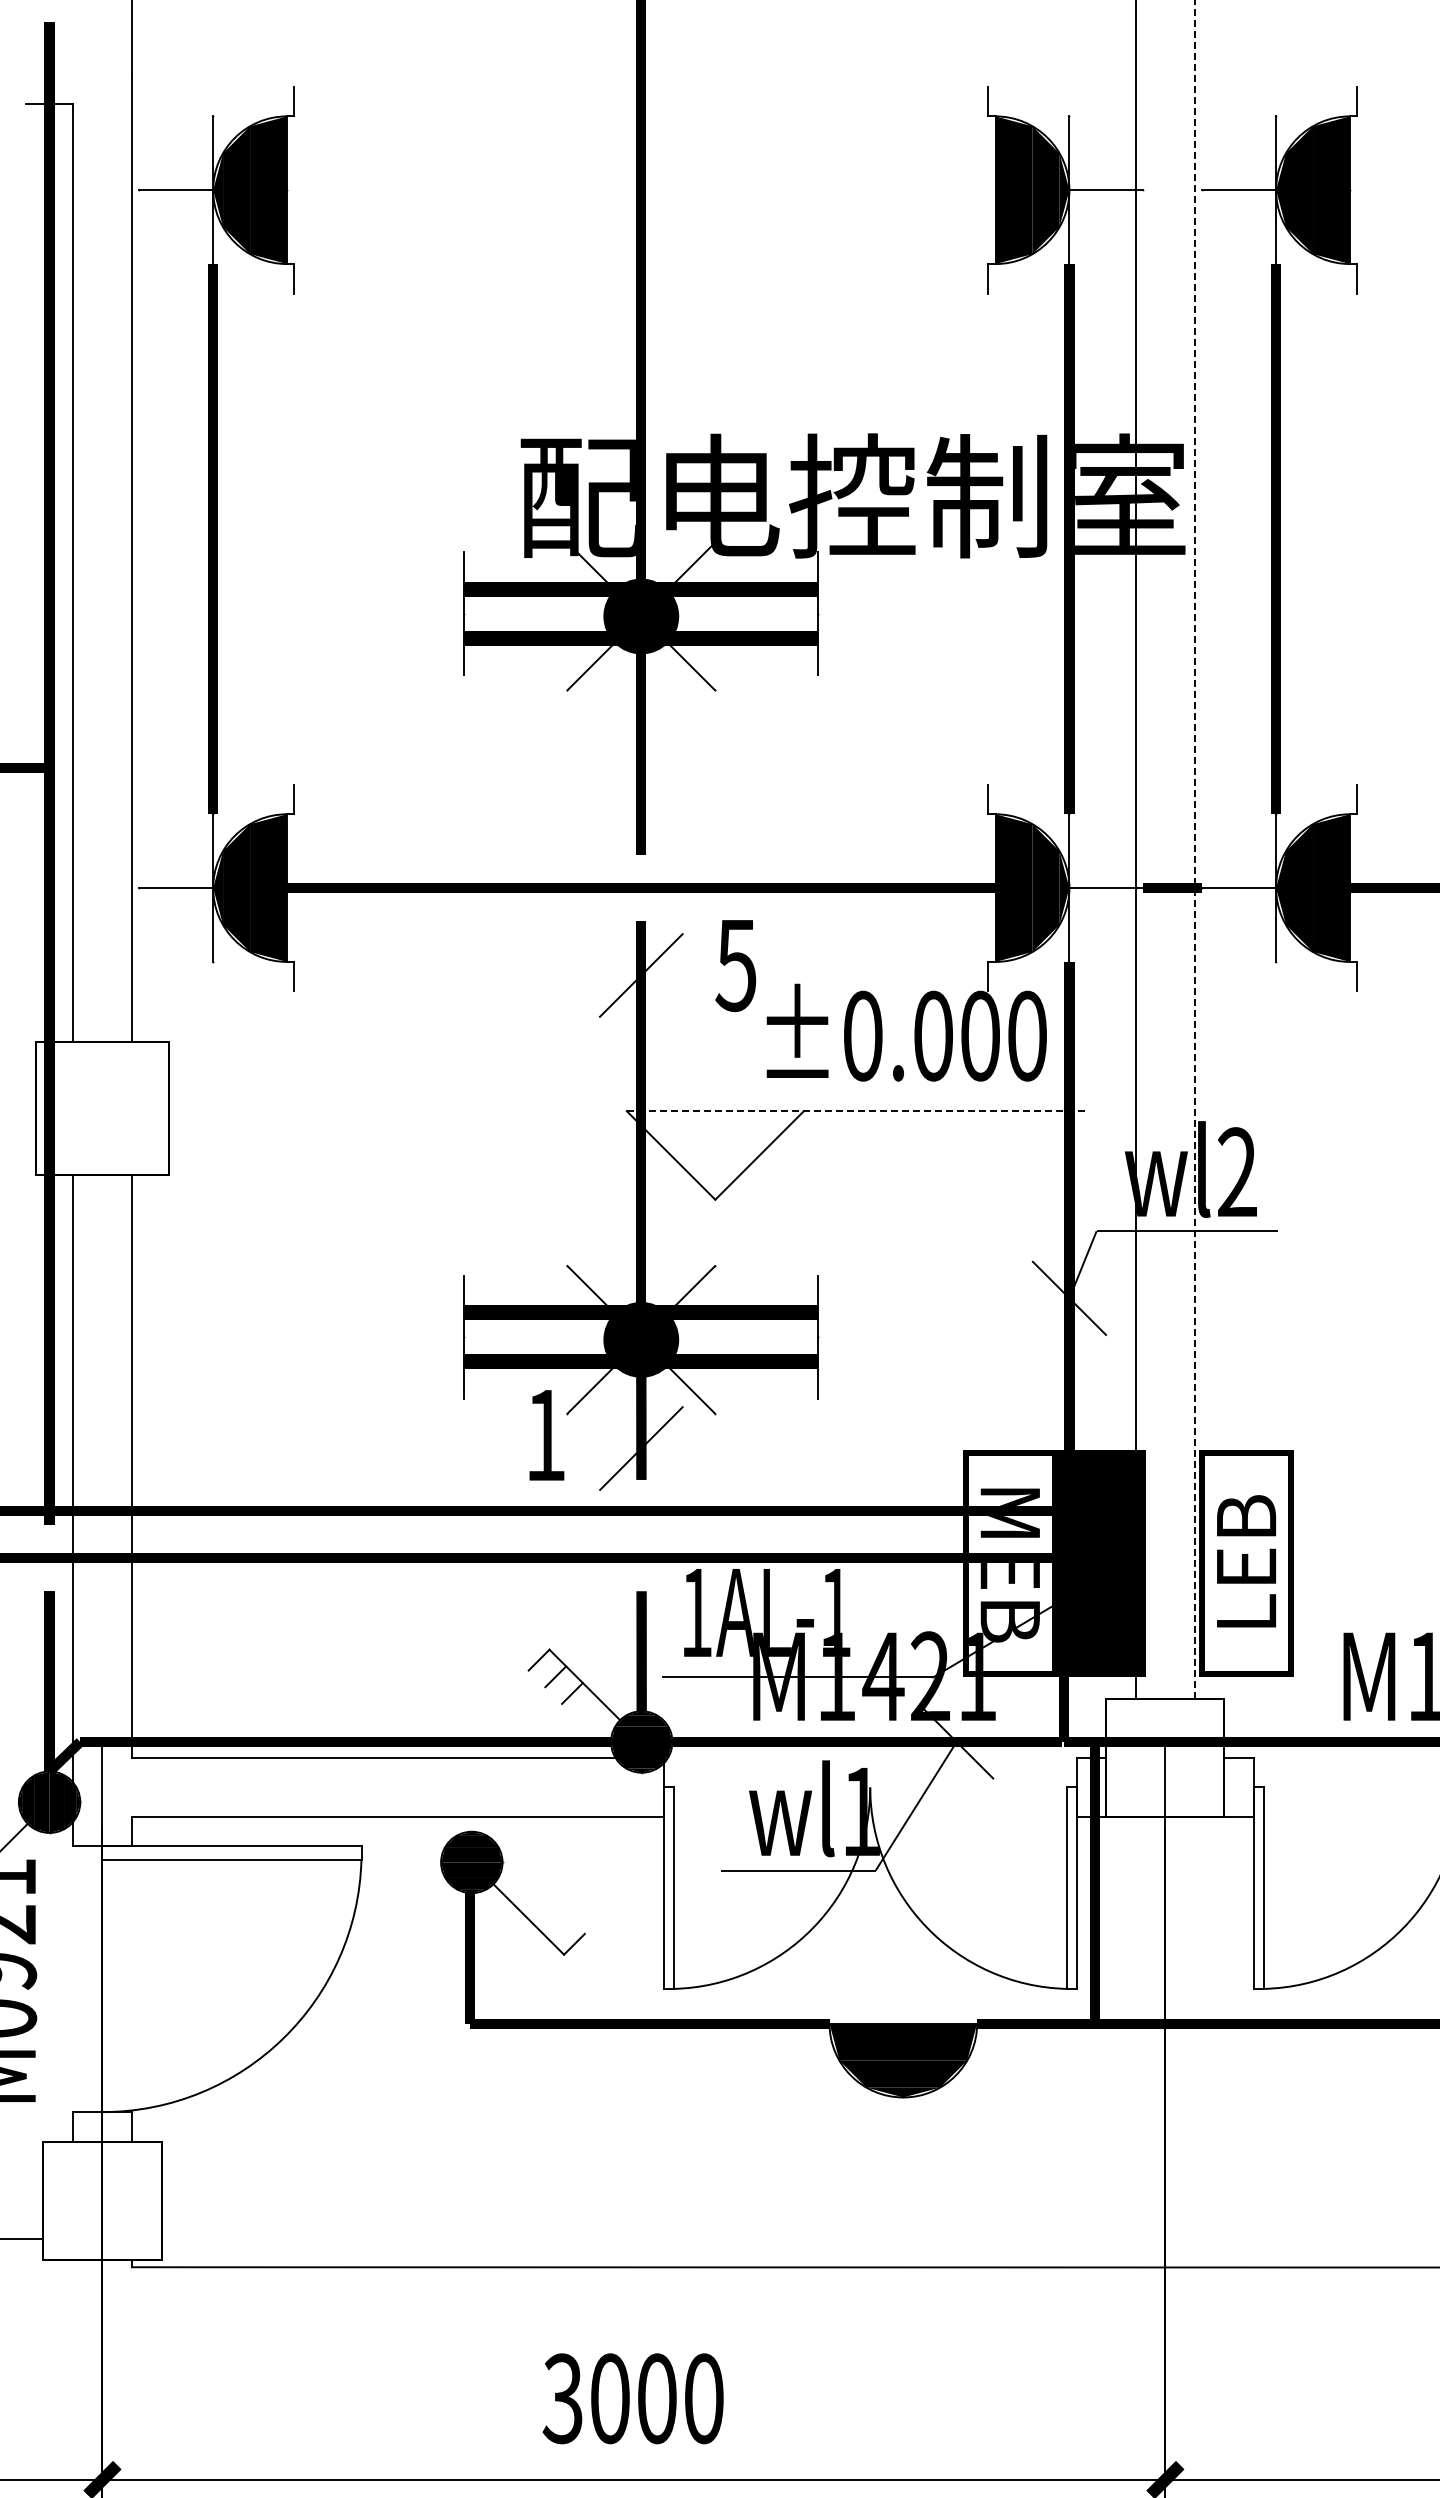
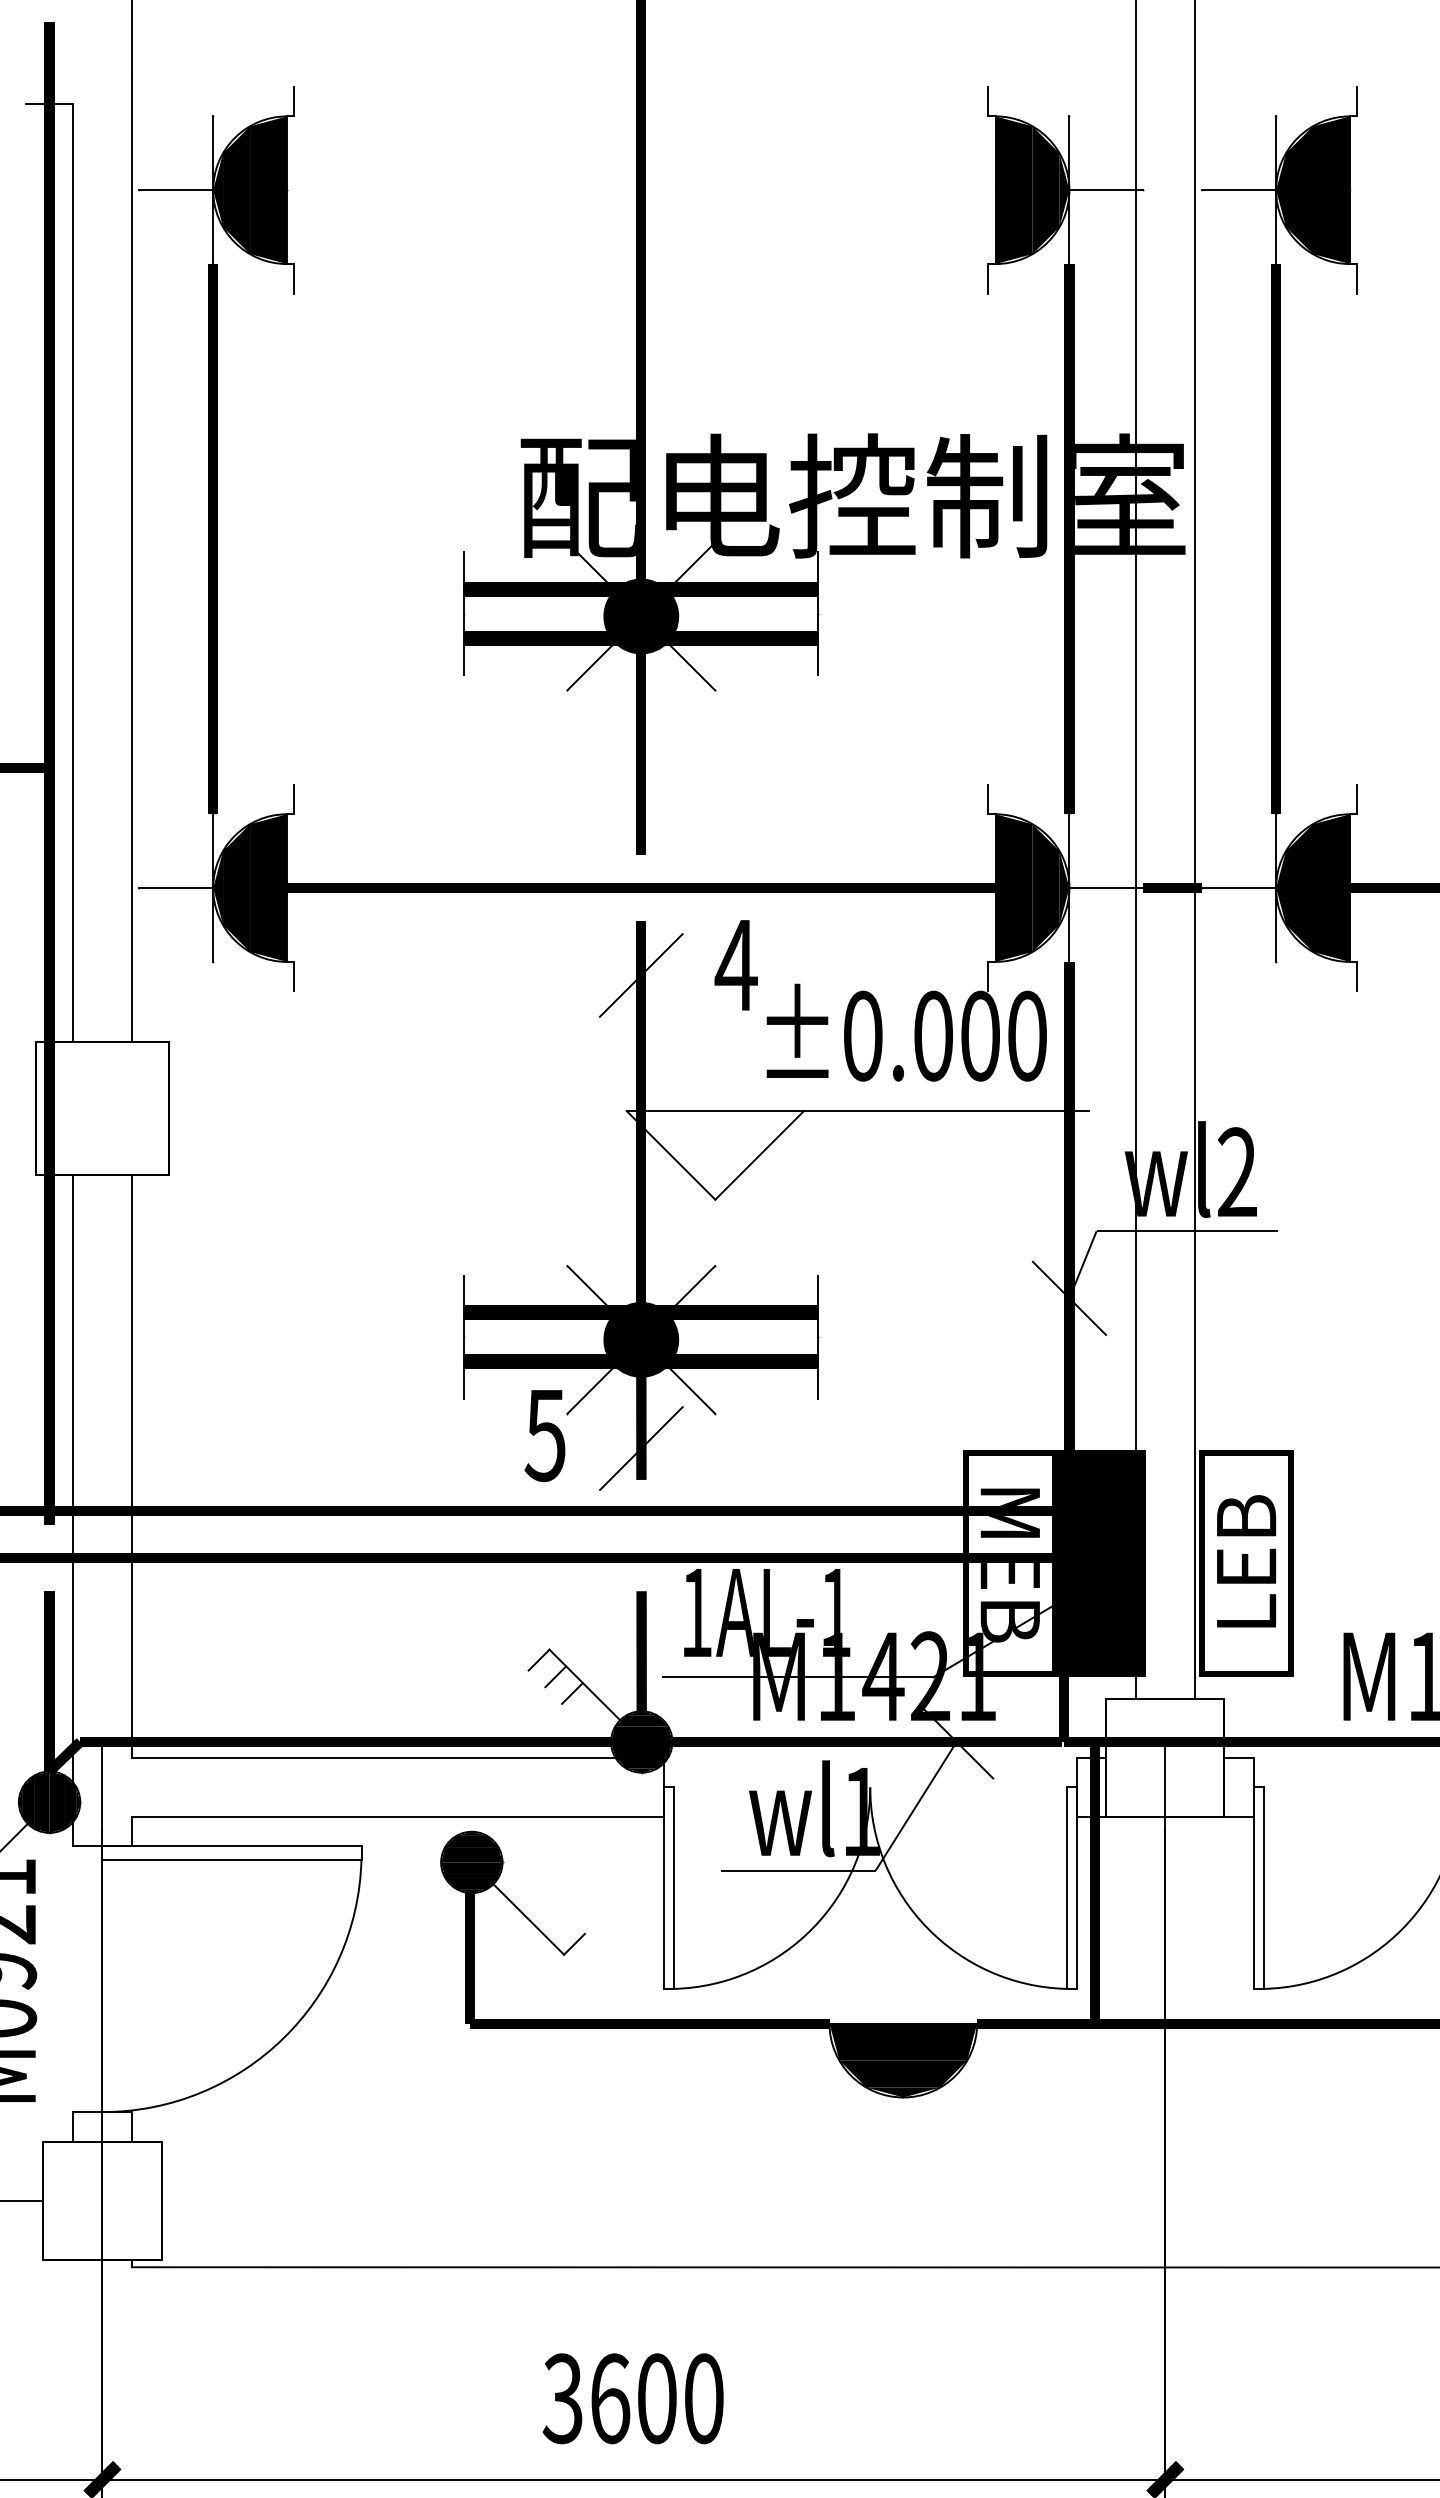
line at (1194, 849): dashed -> solid
text at (735, 966): 5 -> 4
line at (858, 1111): dashed -> solid
text at (544, 1436): 1 -> 5
line at (22, 2238) position: (22, 2238) -> (22, 2200)
text at (610, 2398): 3000 -> 3600
